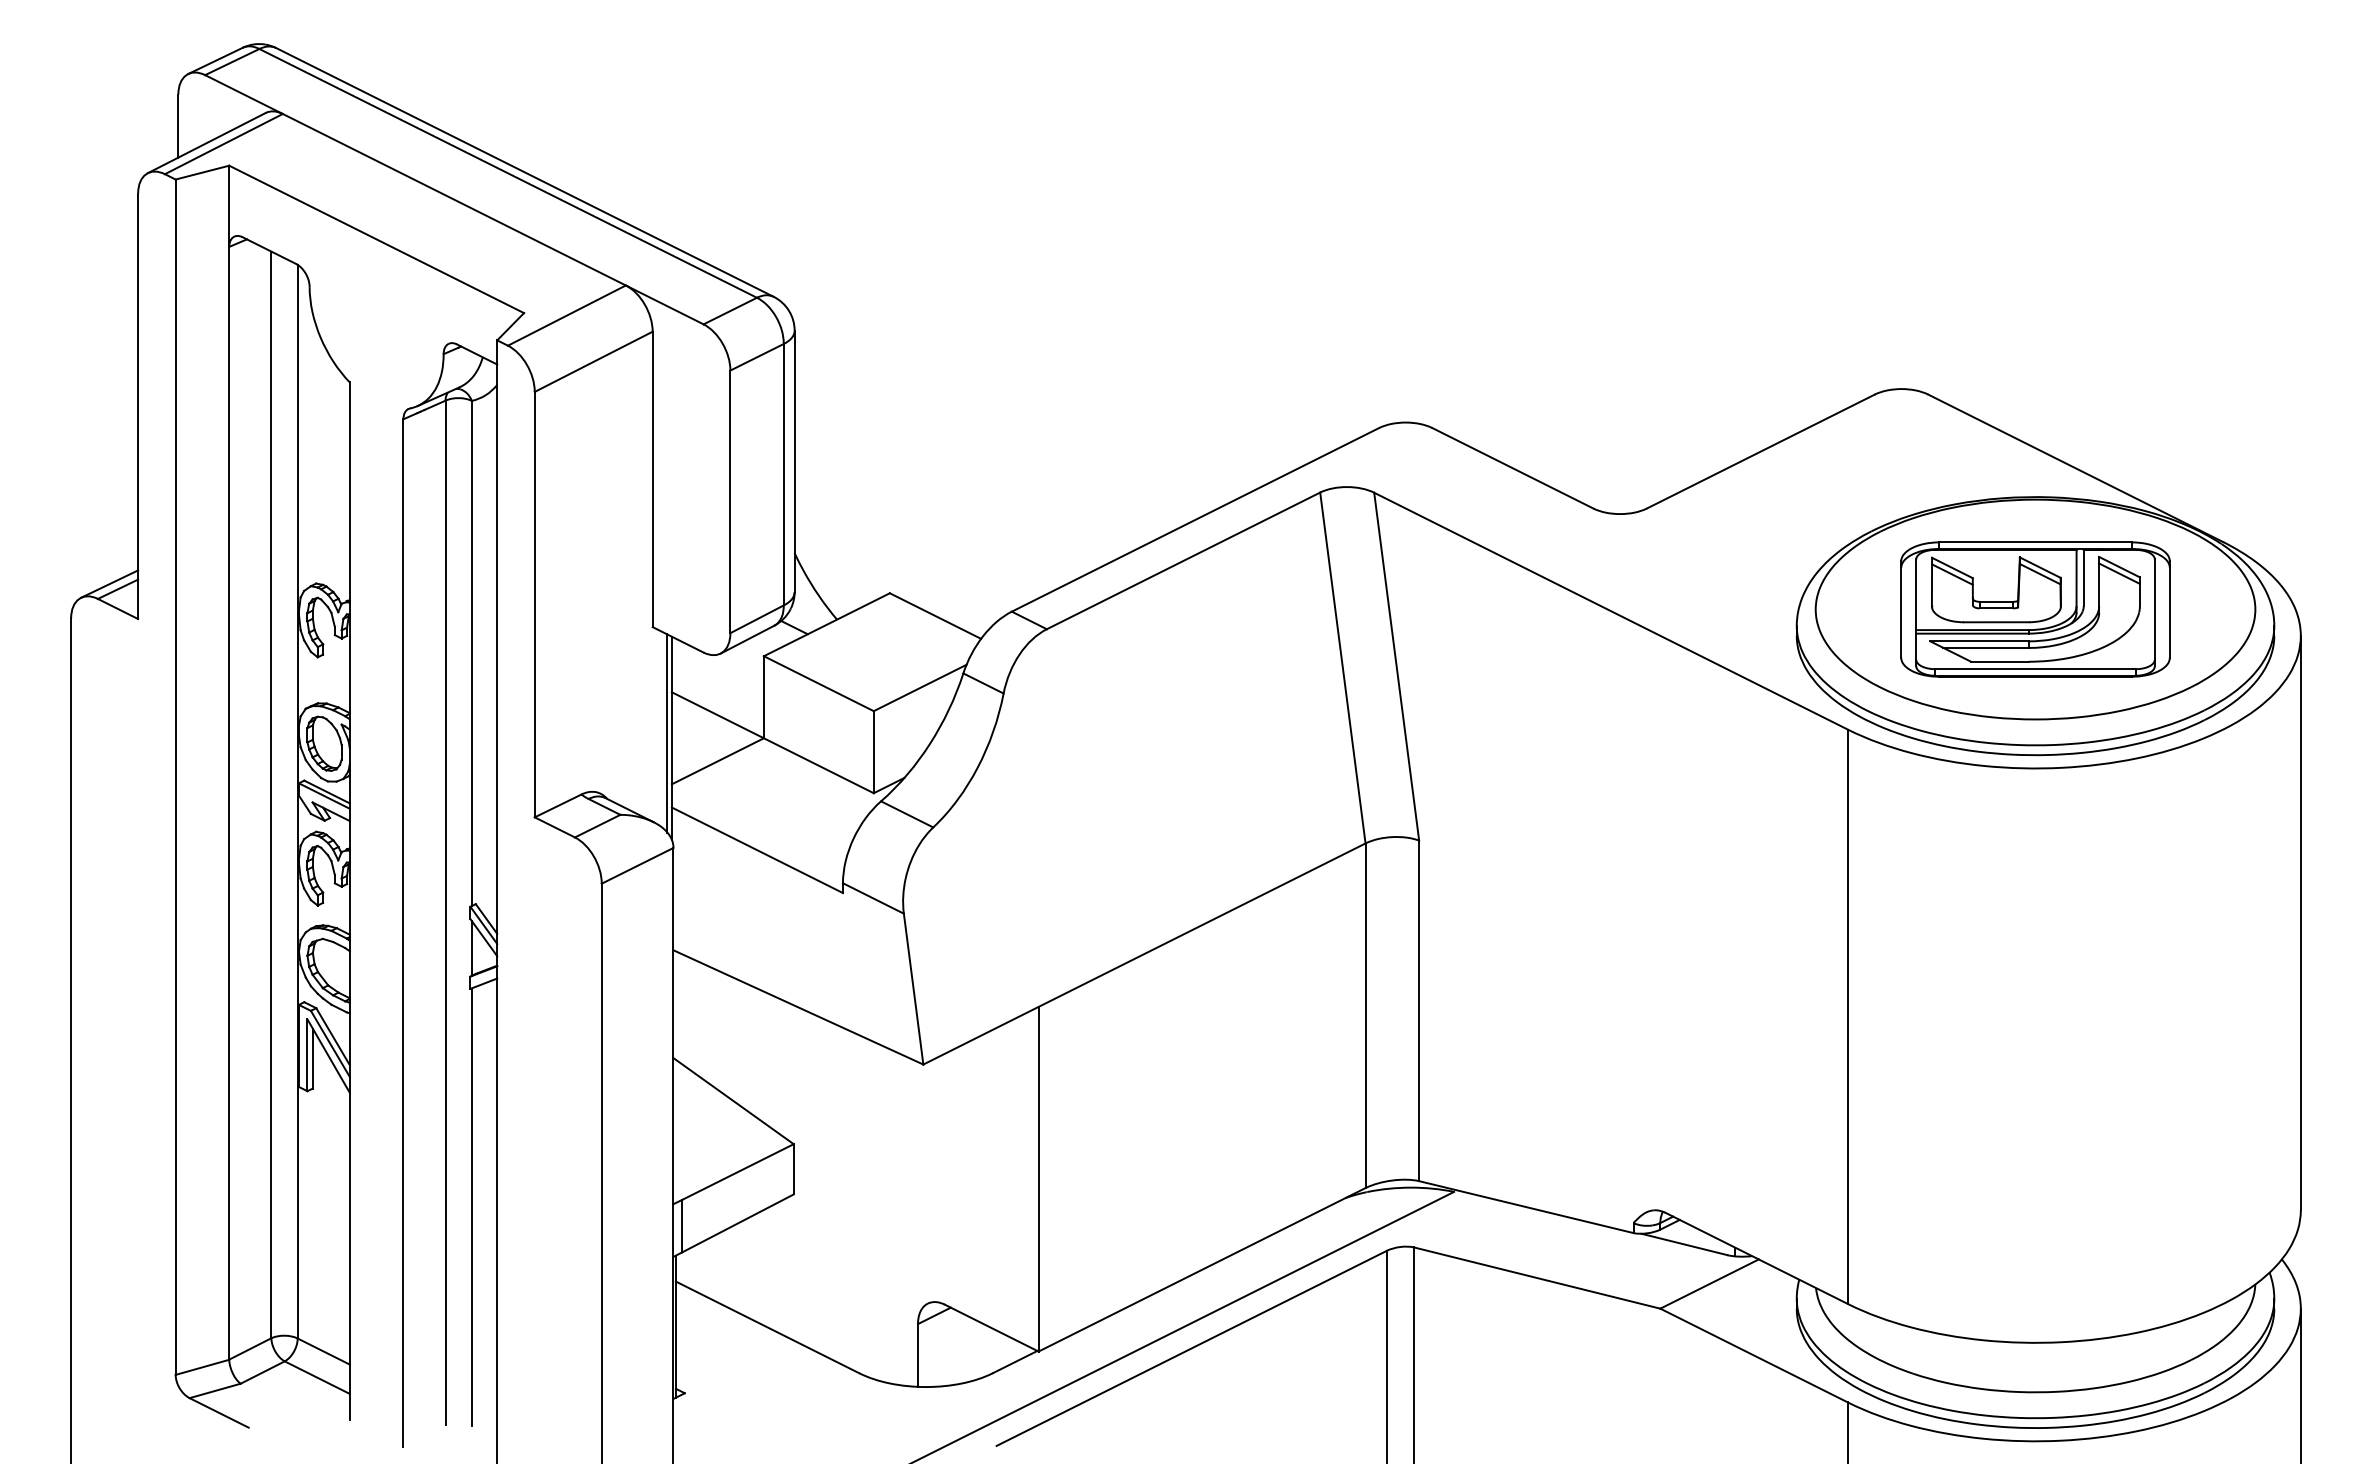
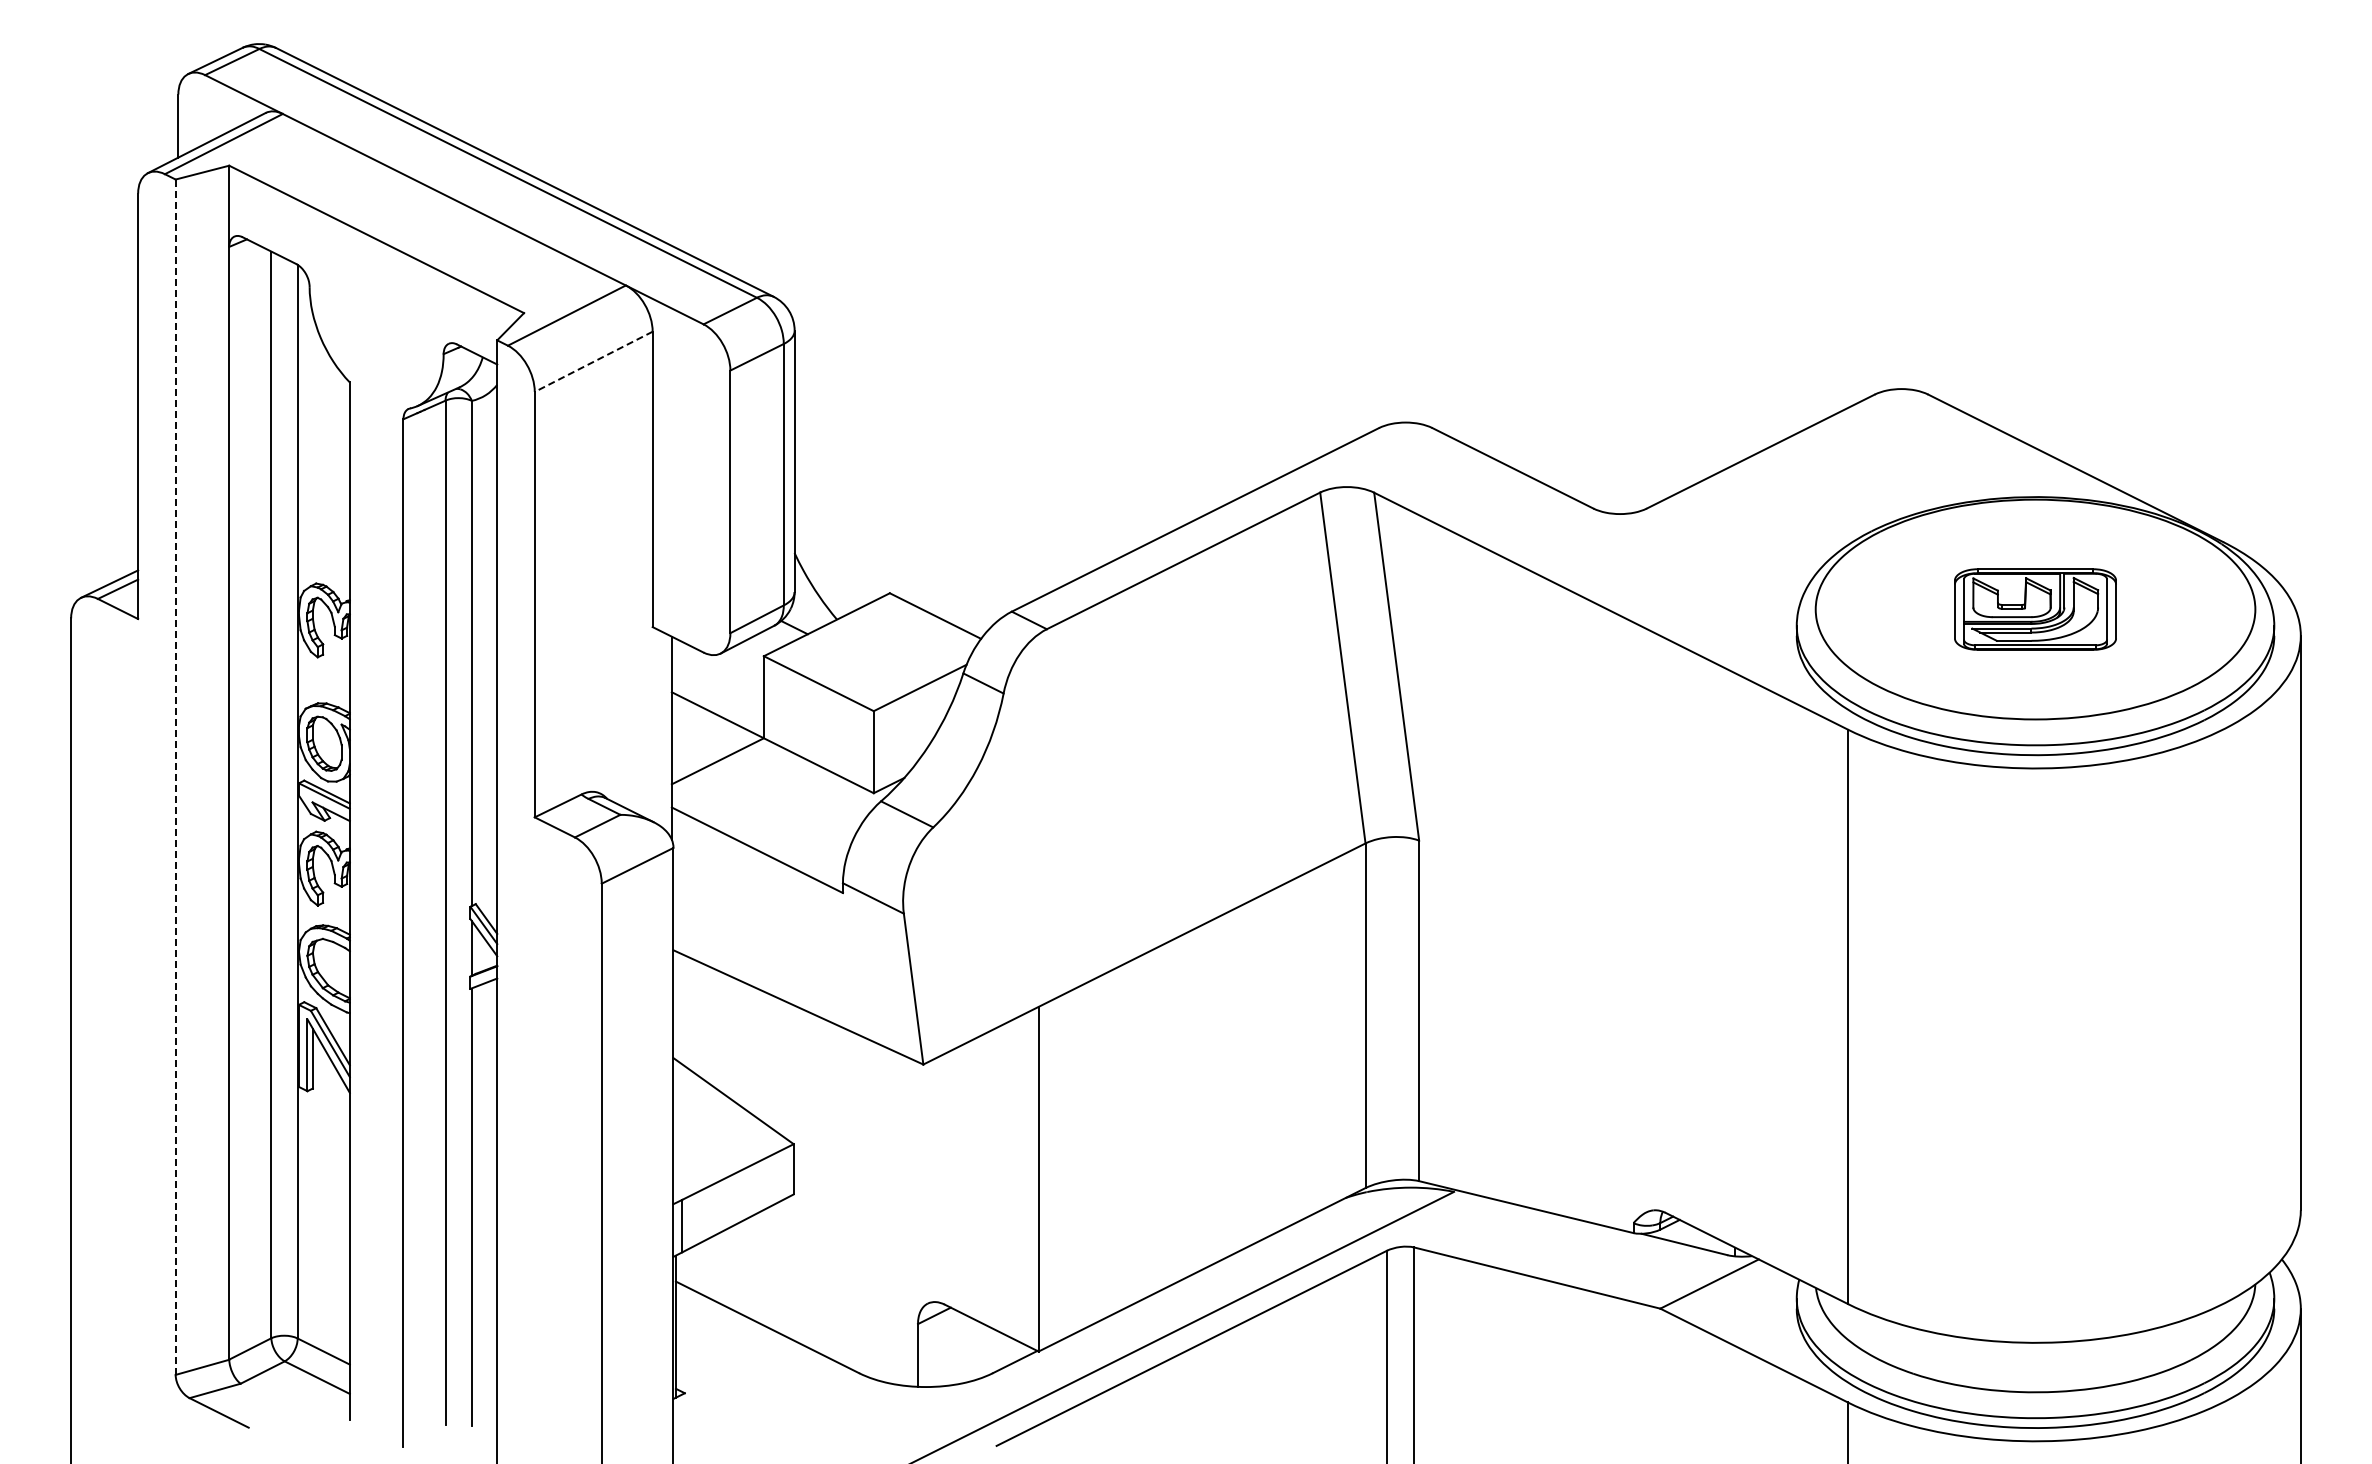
line at (593, 362): solid -> dashed
part at (2035, 609) size: 271x137 px -> 163x83 px
line at (667, 733): present -> none
line at (175, 777): solid -> dashed
